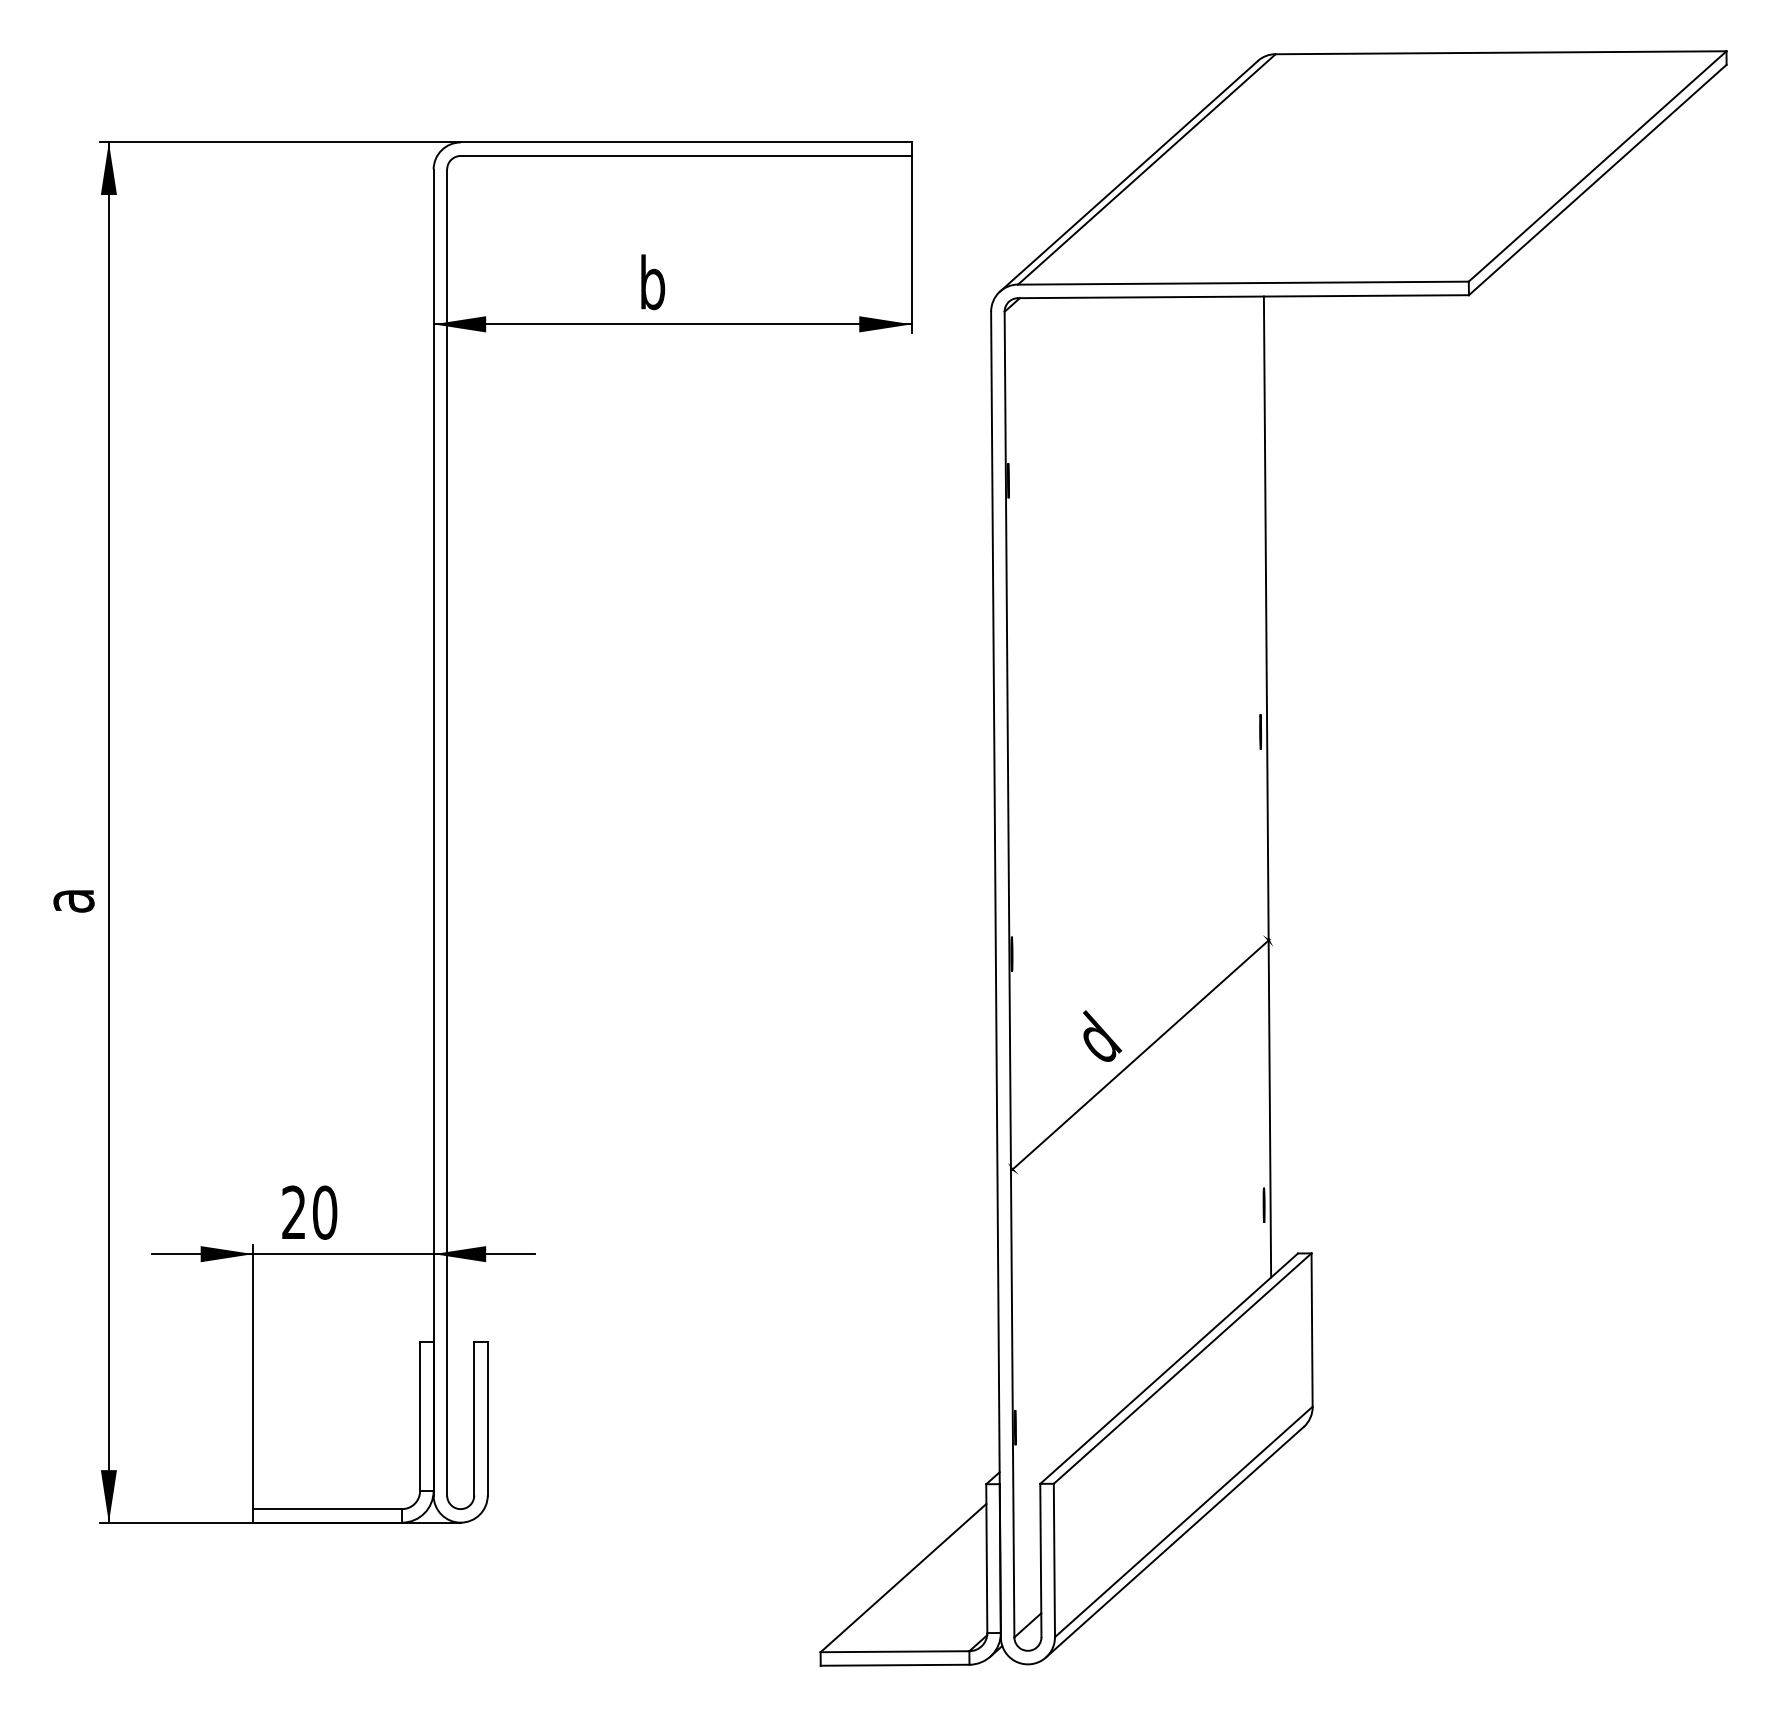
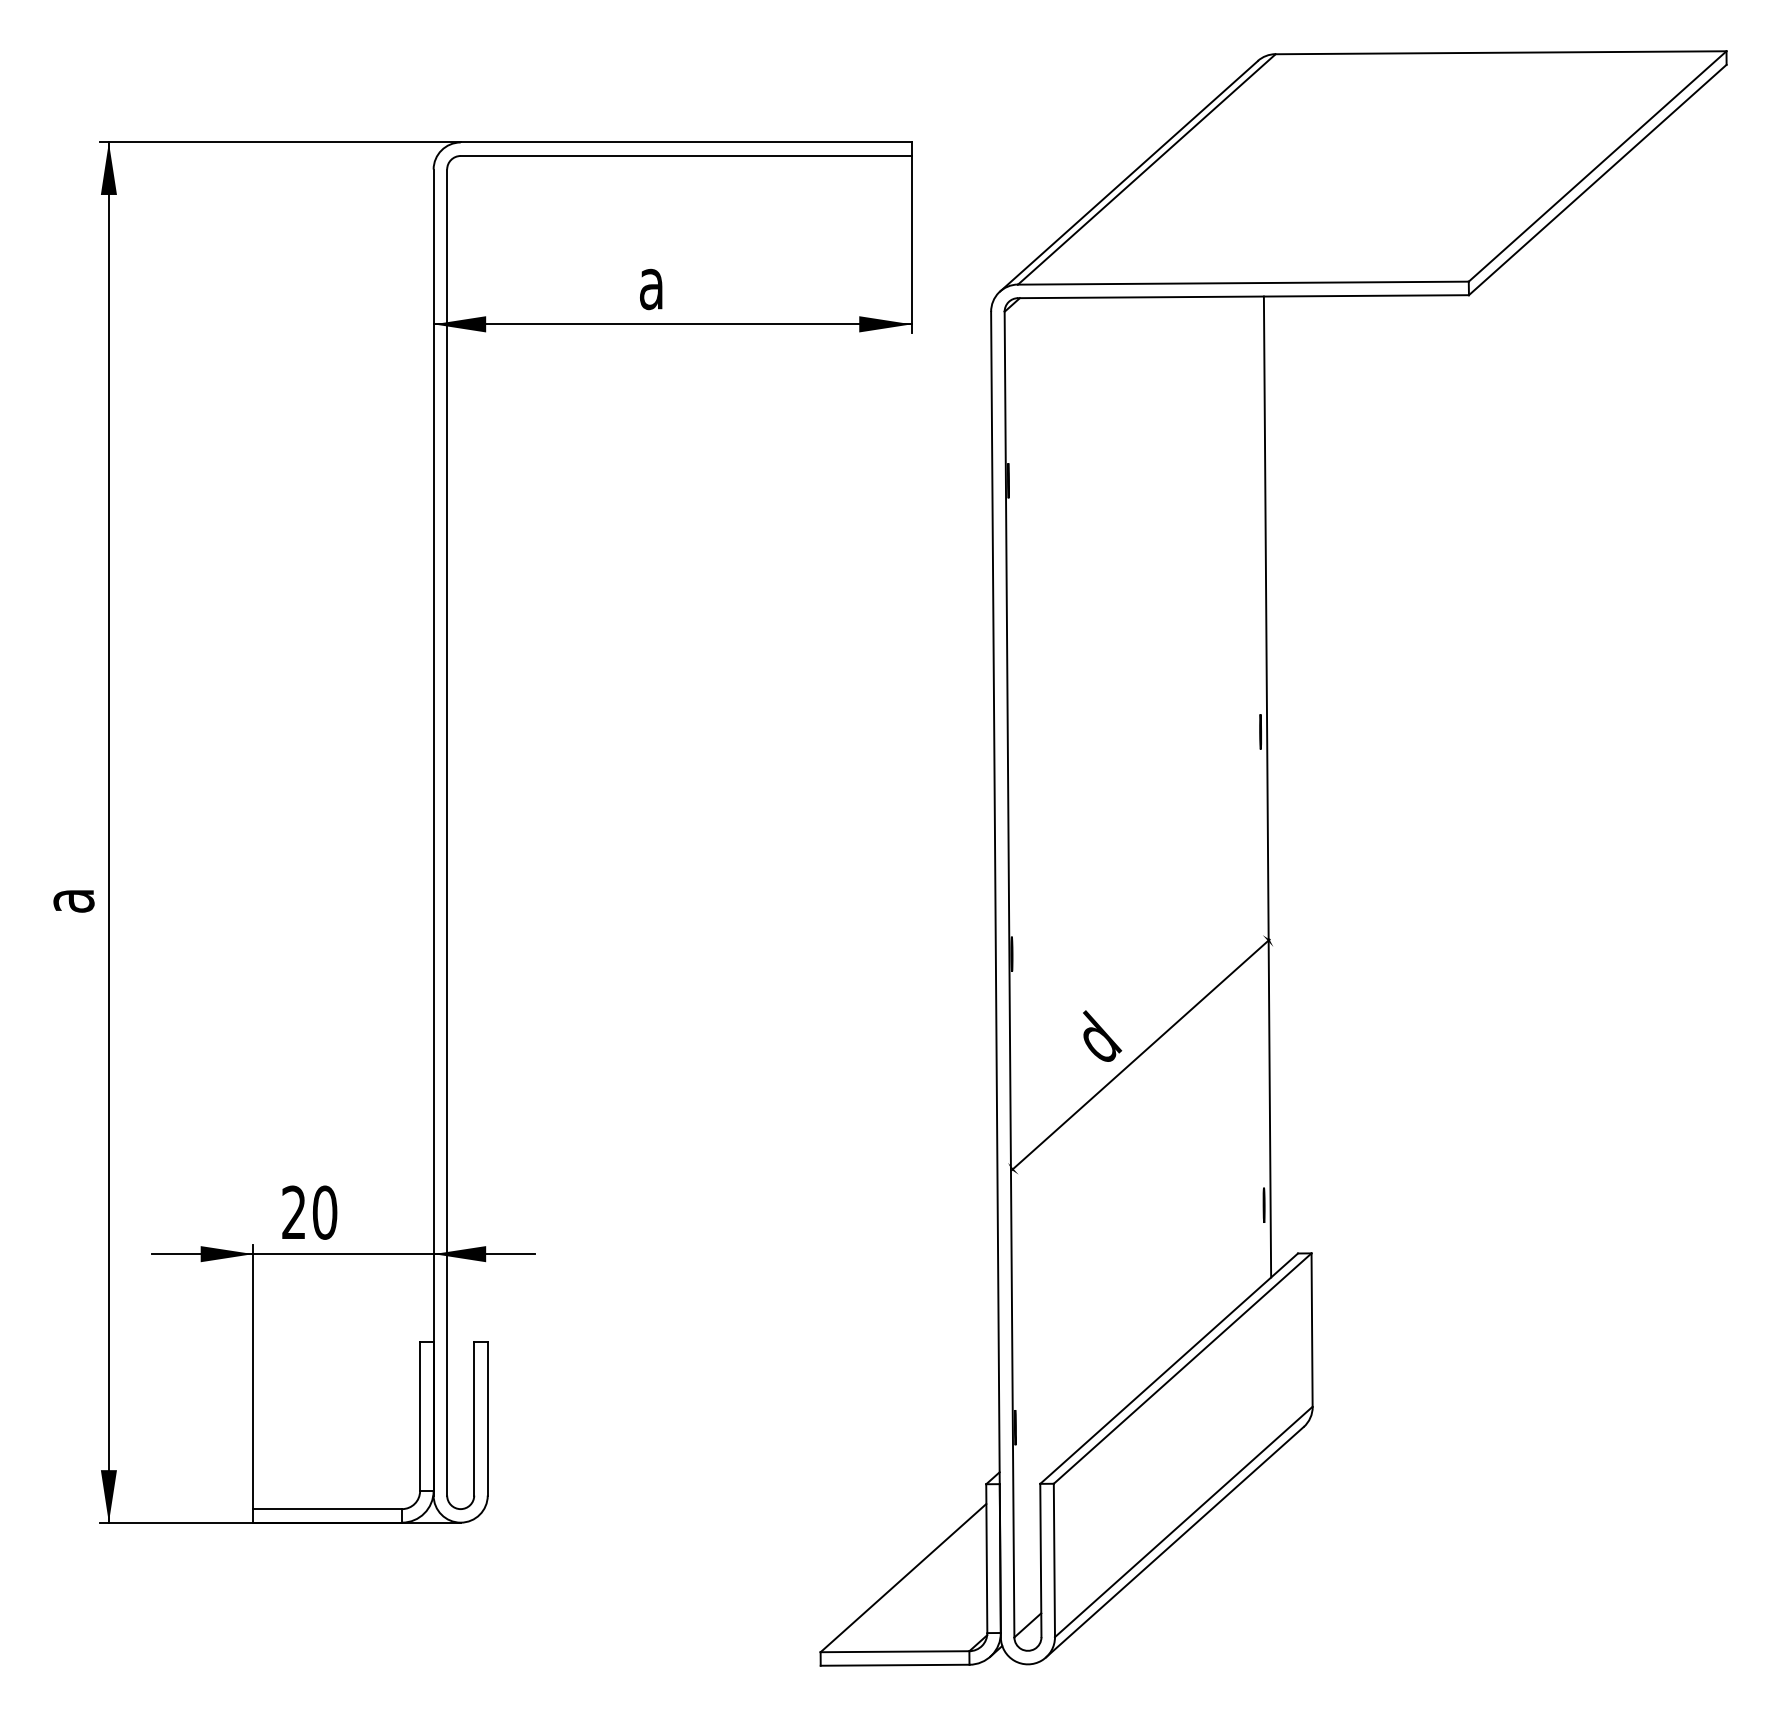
text at (652, 282): b -> a
